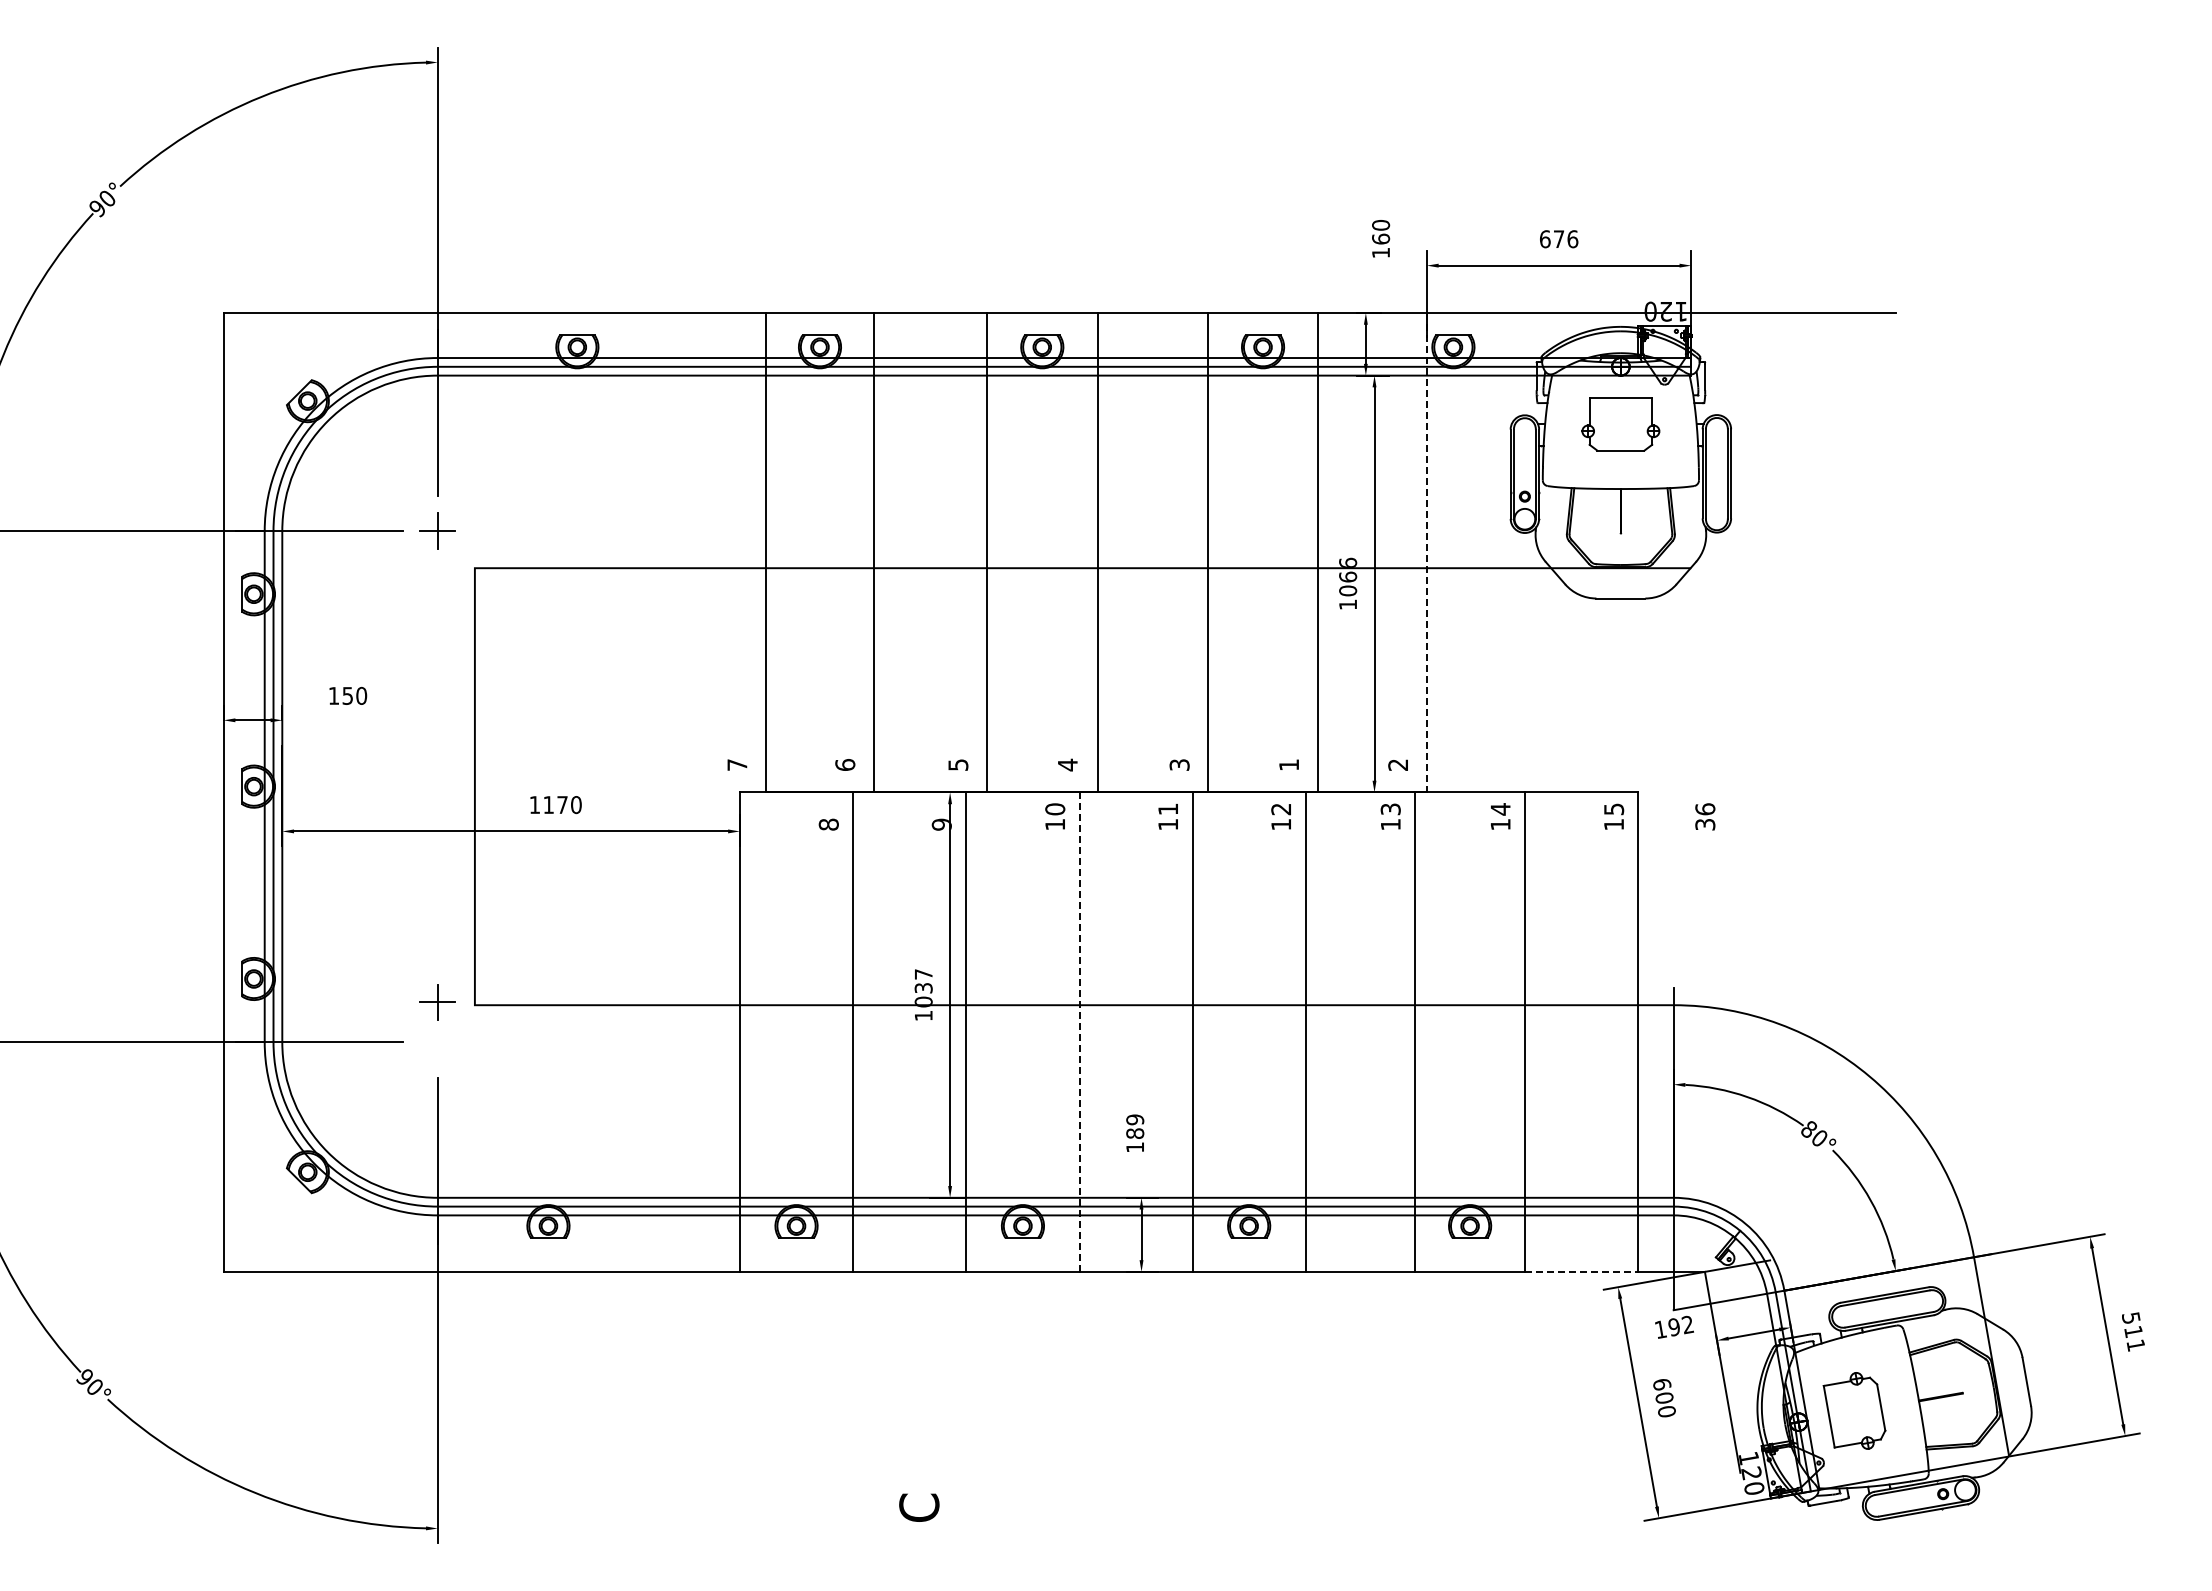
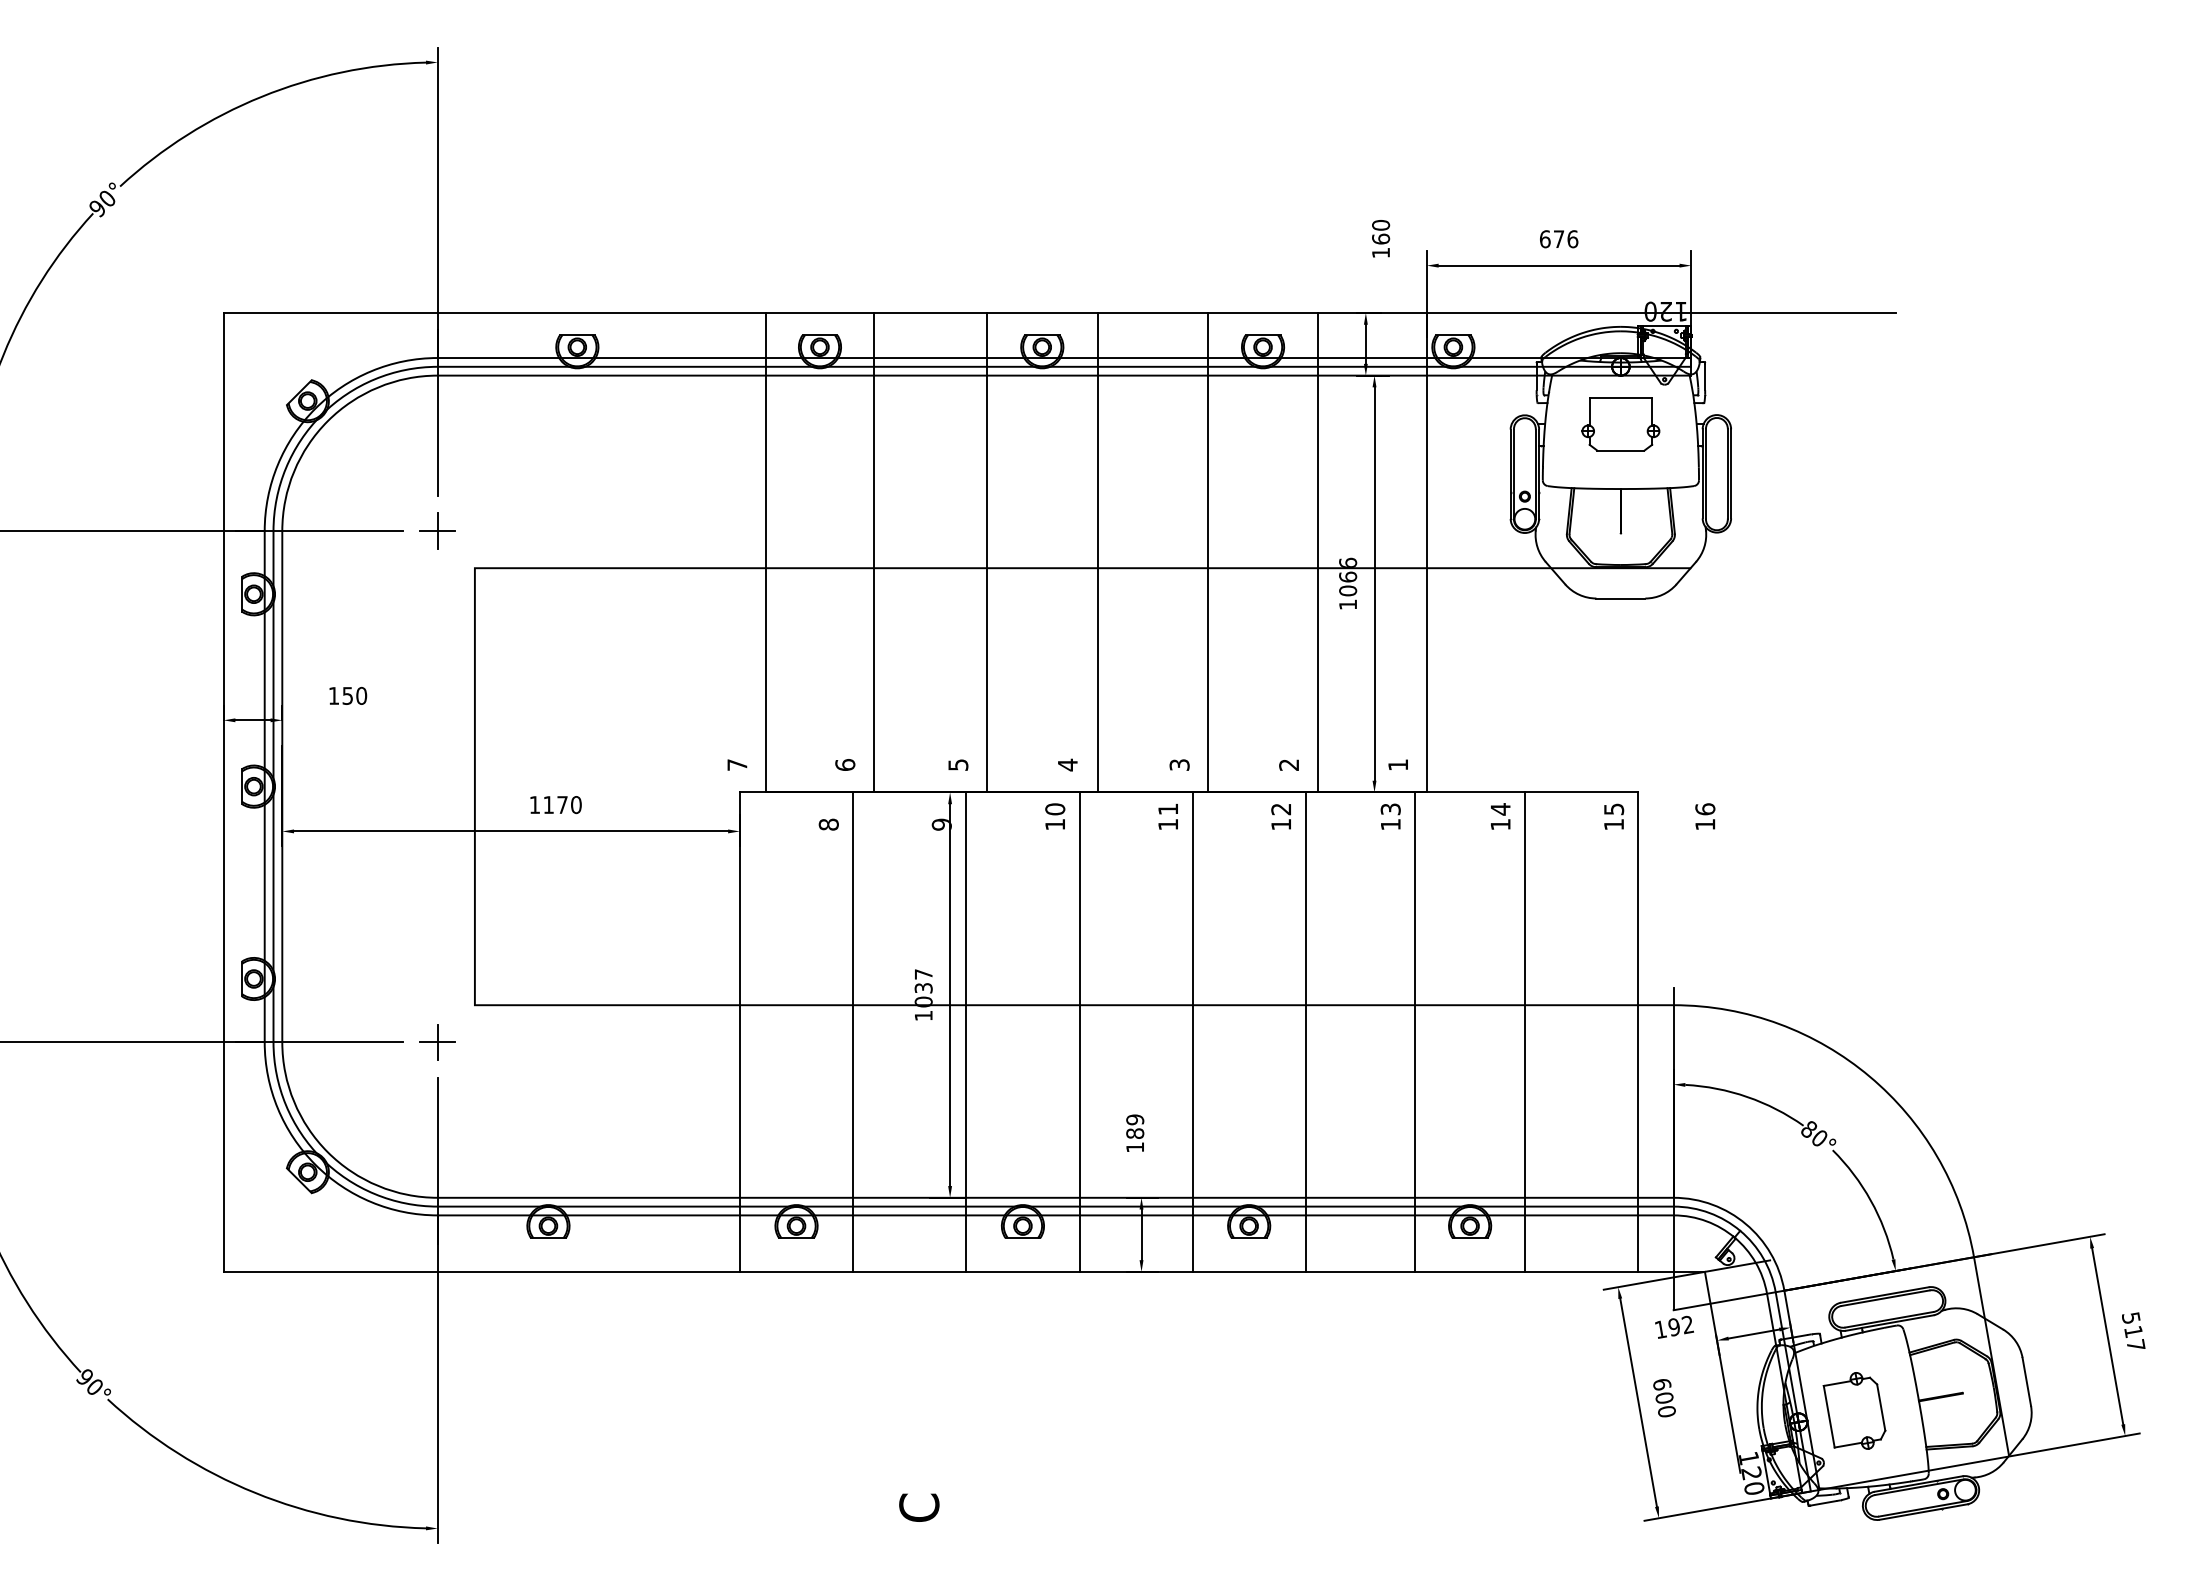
line at (1426, 552): dashed -> solid
text at (1288, 764): 1 -> 2
text at (1397, 764): 2 -> 1
text at (1705, 824): 36 -> 16
part at (437, 1002) position: (437, 1002) -> (437, 1042)
line at (1079, 1032): dashed -> solid
line at (1581, 1271): dashed -> solid
text at (2135, 1345): 511 -> 517
